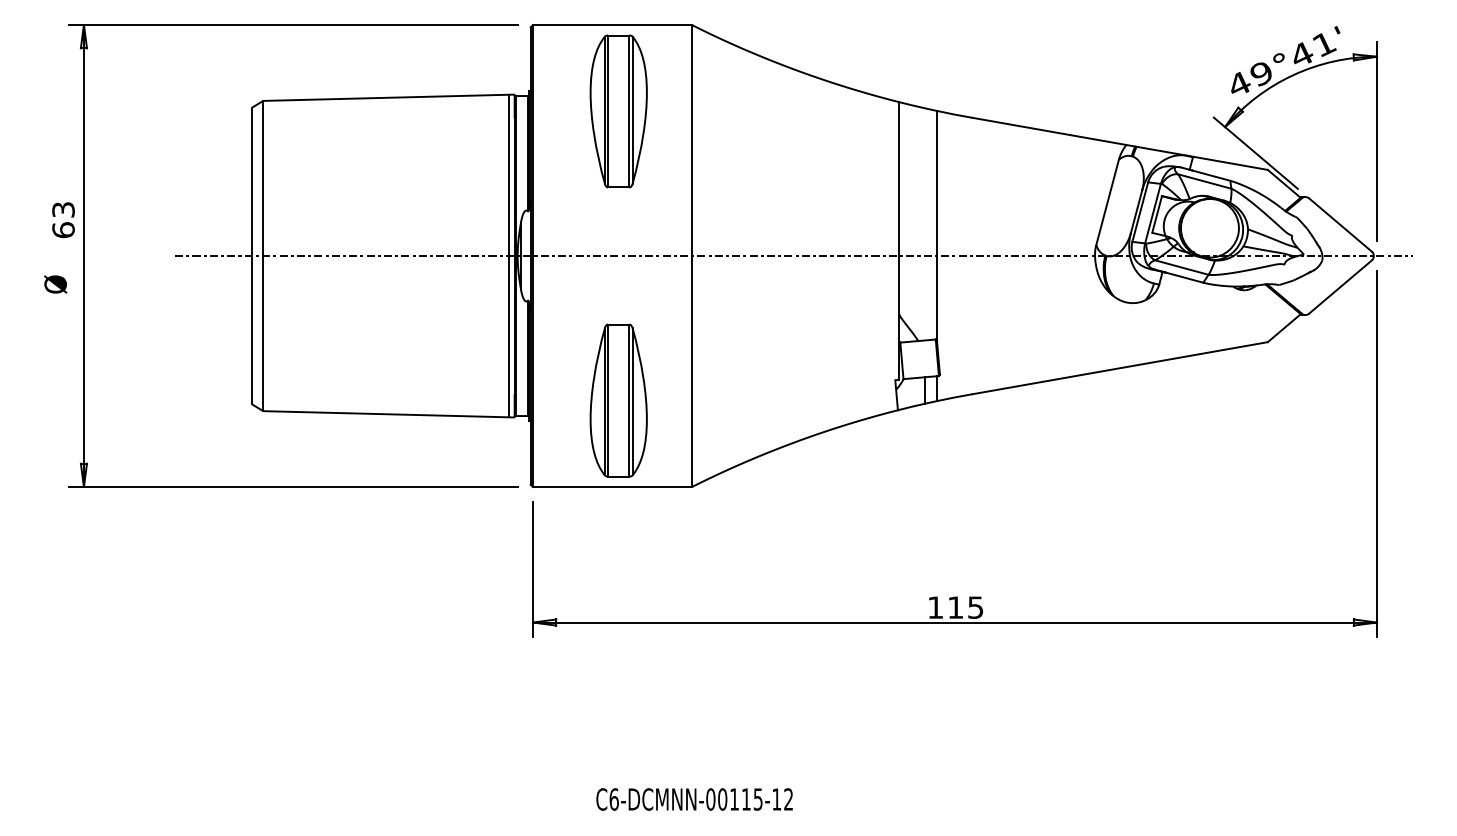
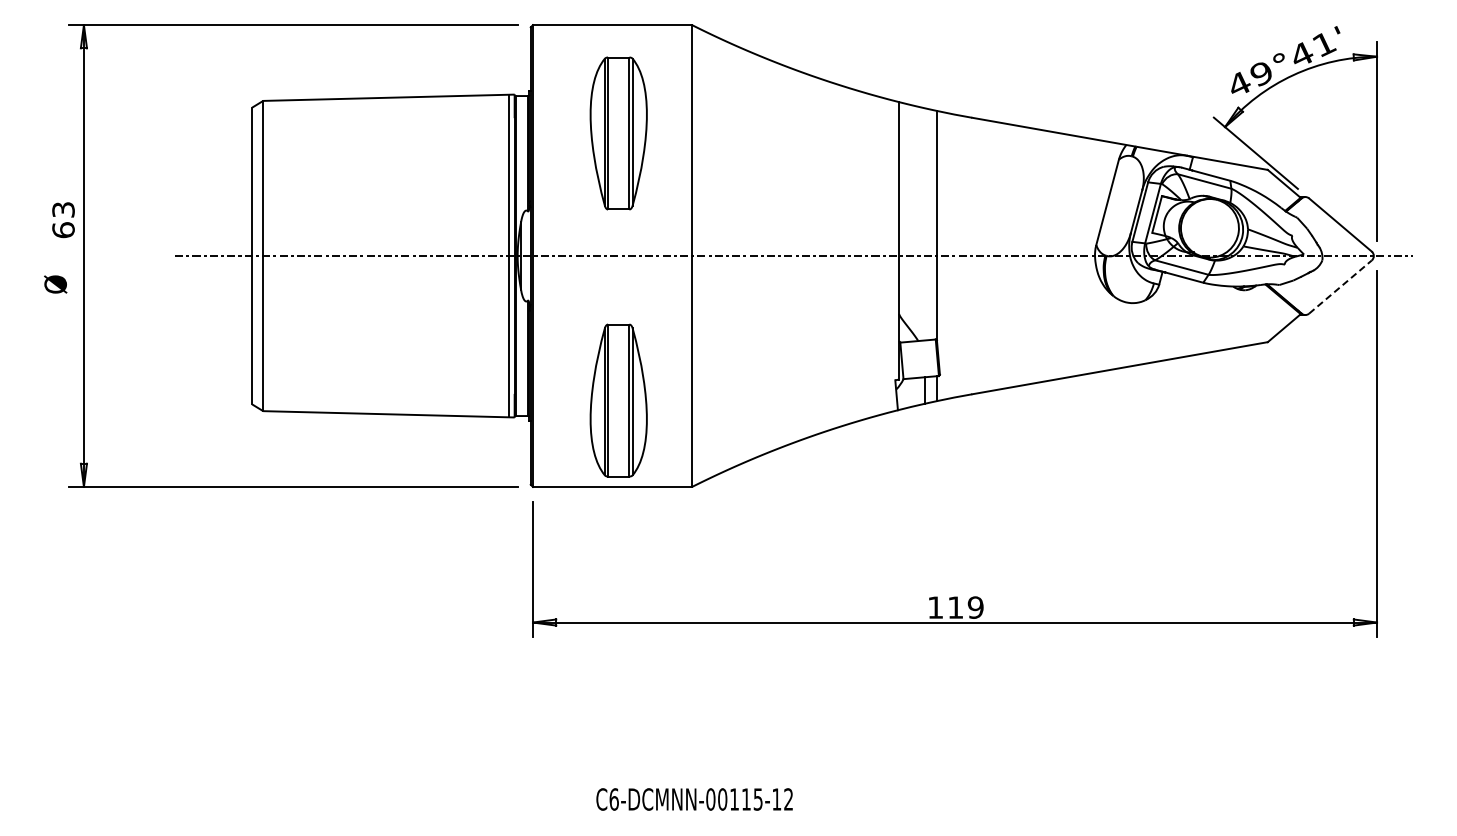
part at (618, 111) position: (618, 111) -> (618, 133)
line at (1340, 286): solid -> dashed
text at (975, 607): 115 -> 119
